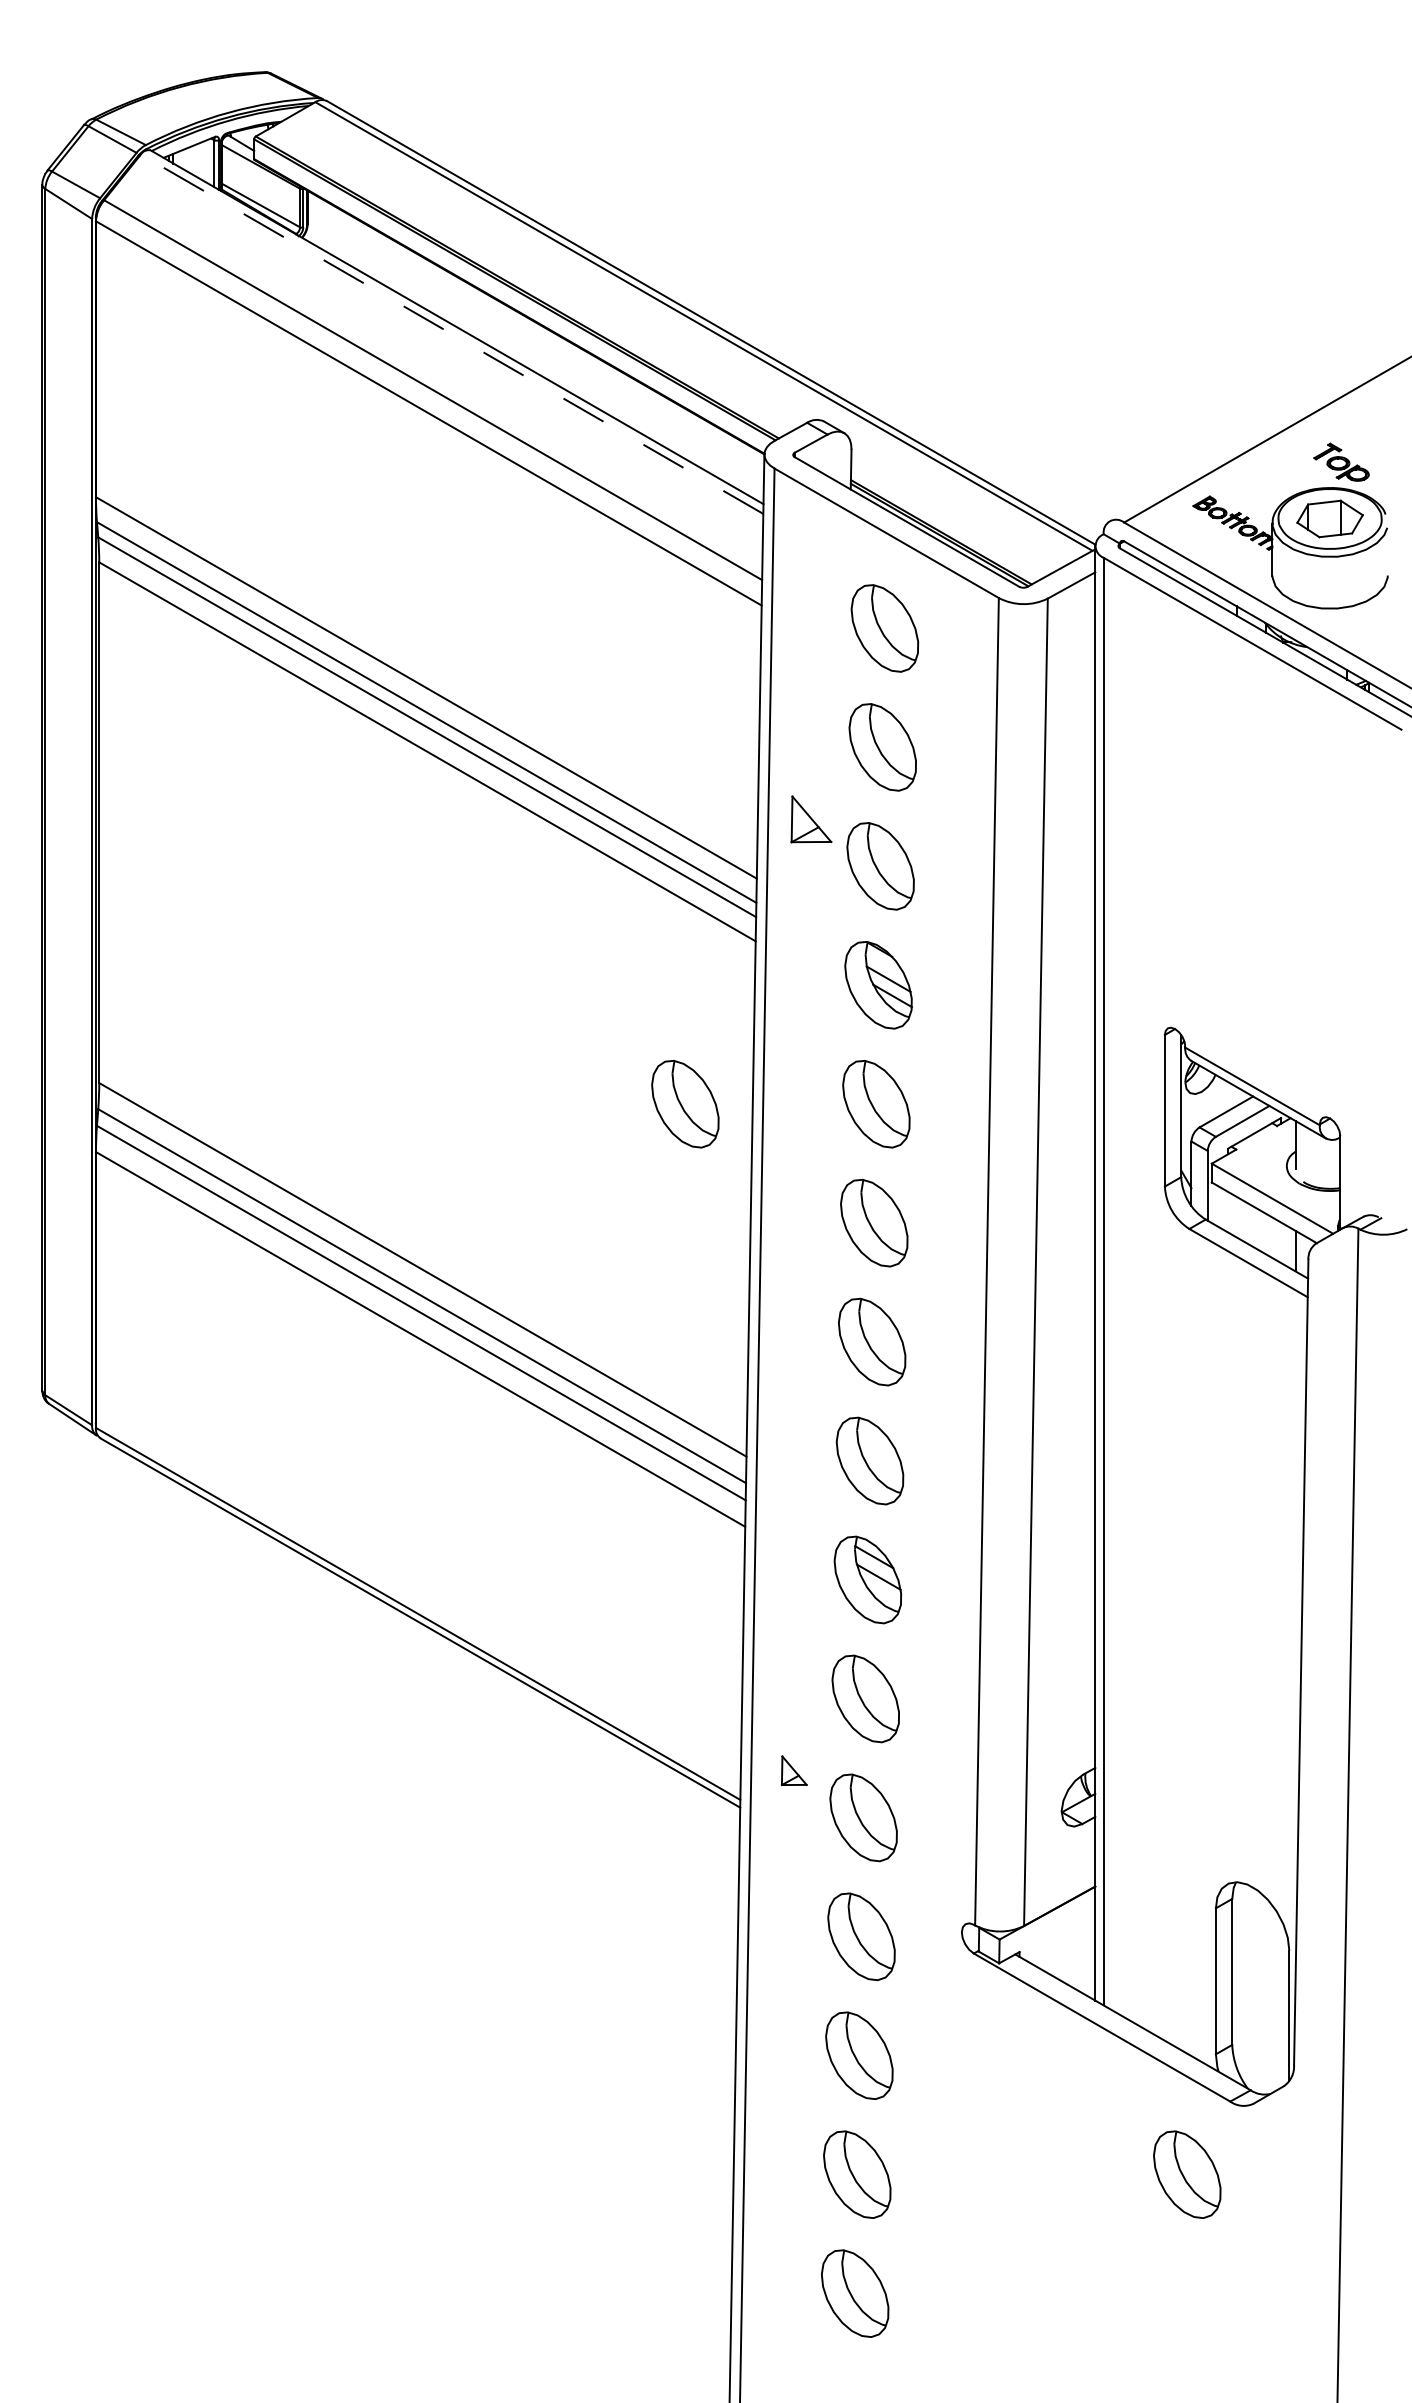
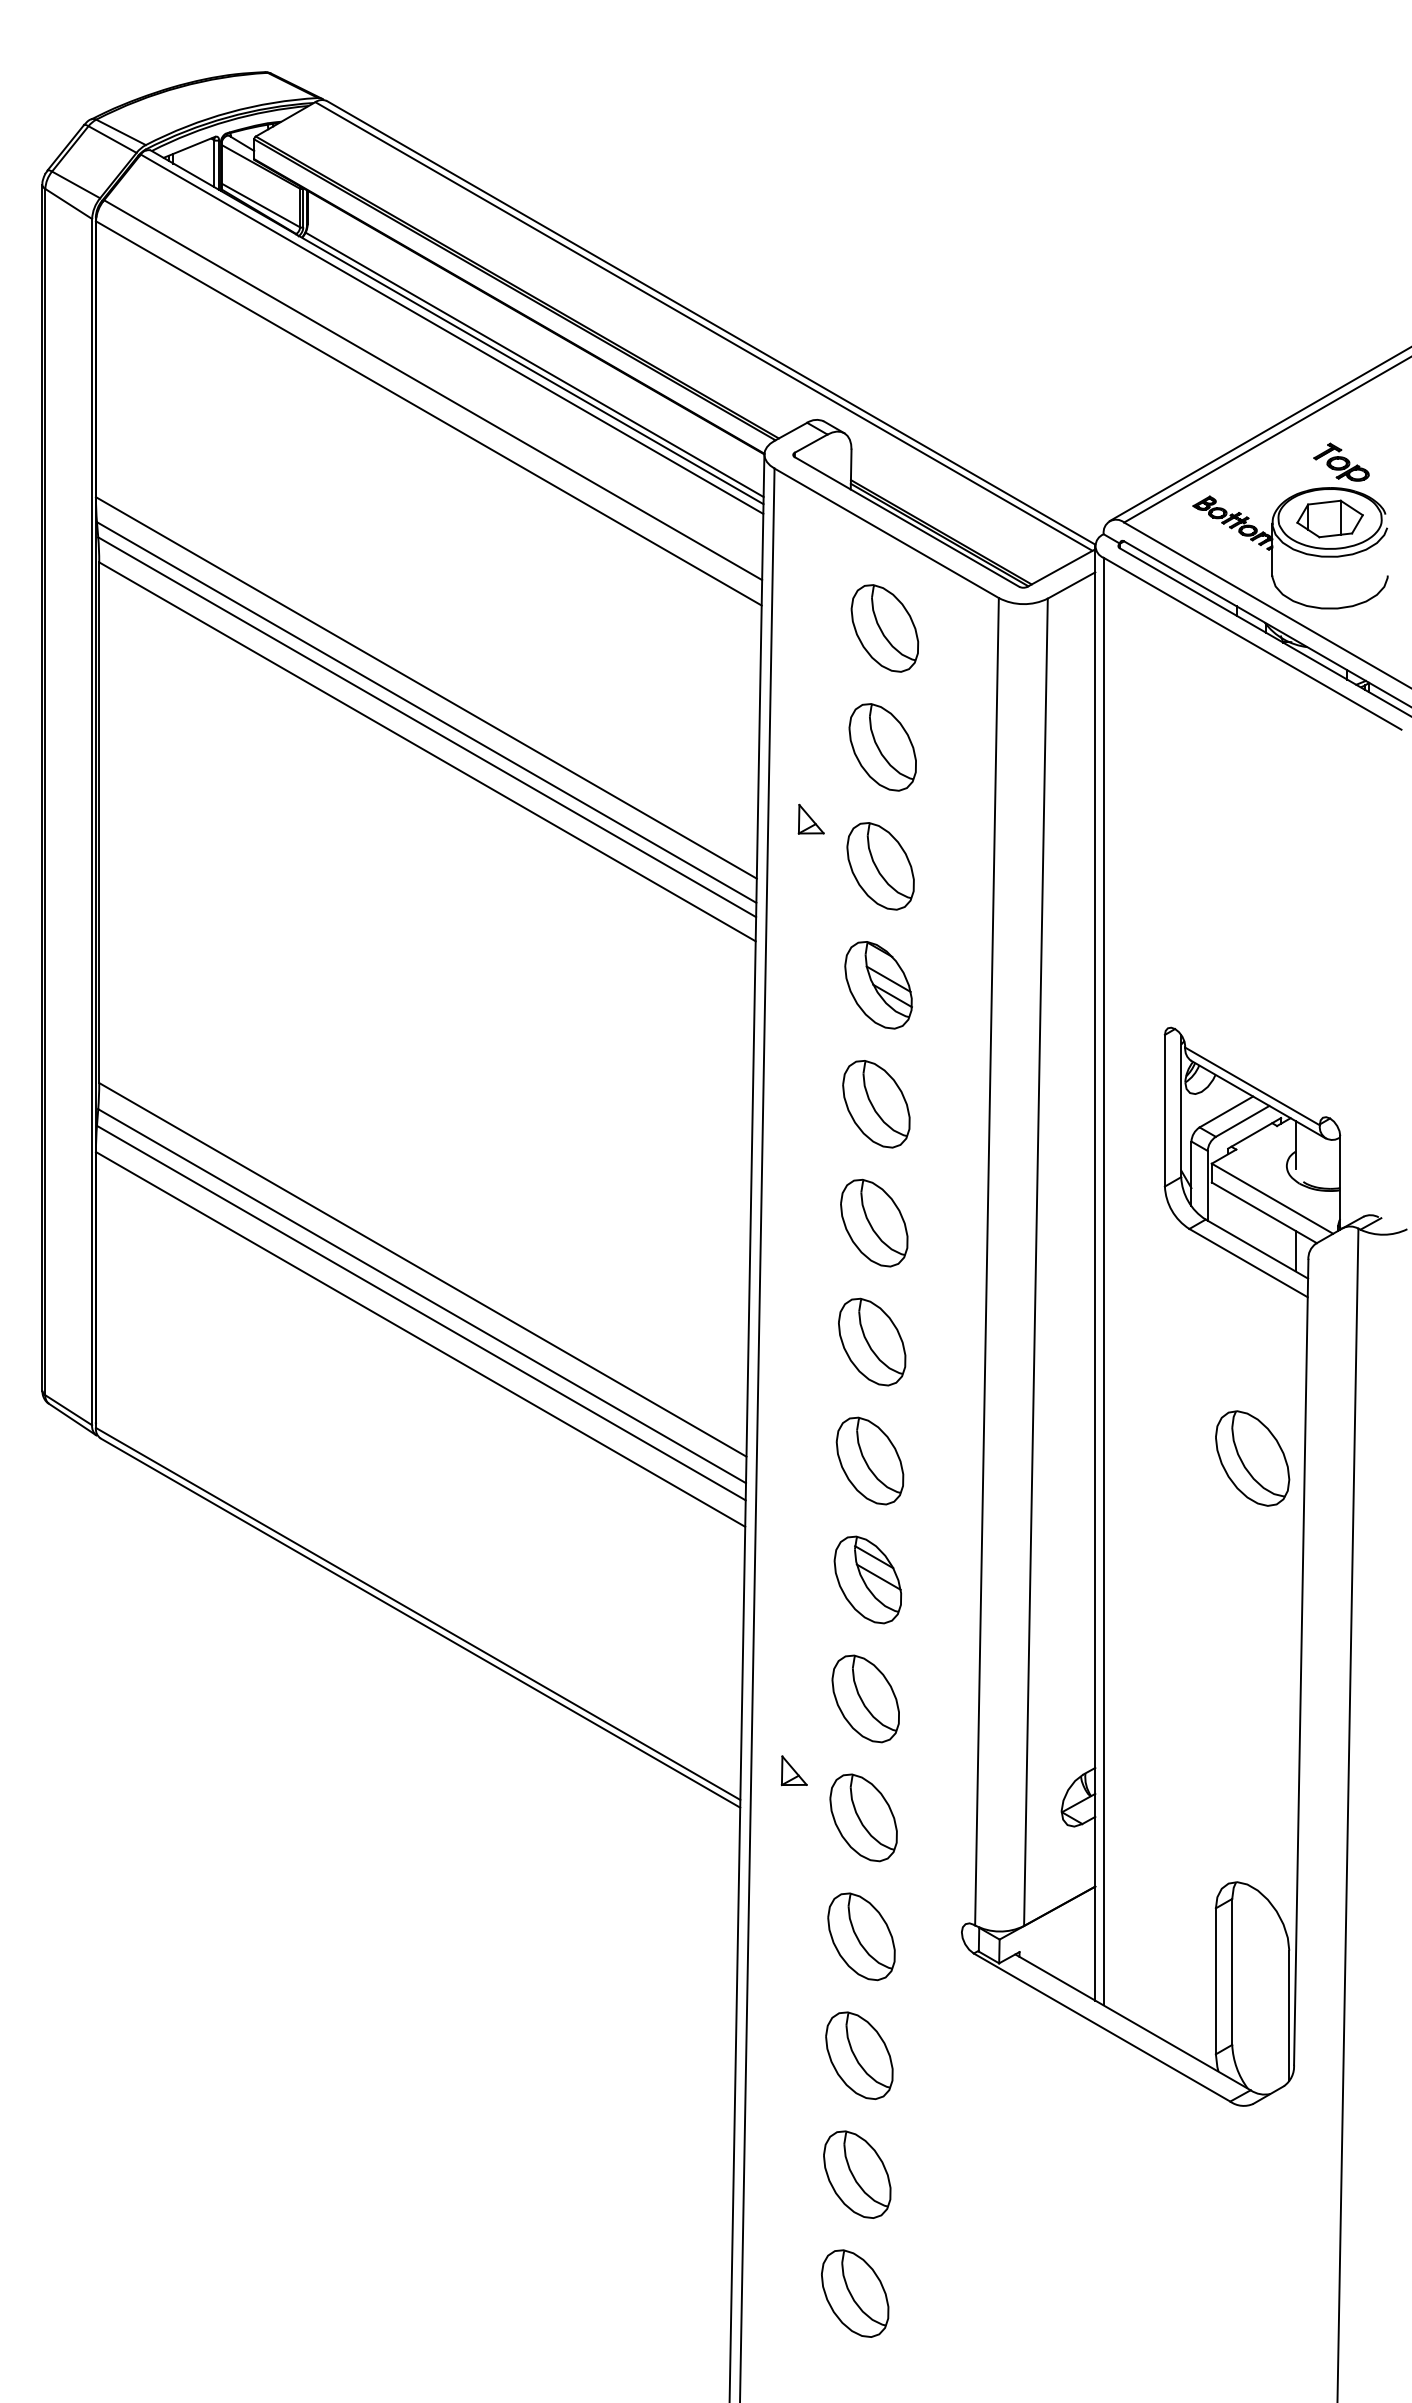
line at (451, 333): dashed -> solid
line at (534, 364): none -> present
line at (1258, 434): none -> present
part at (811, 819) size: 43x49 px -> 28x32 px
part at (685, 1104): present -> none
part at (1252, 1458): none -> present
part at (1187, 2174): present -> none
